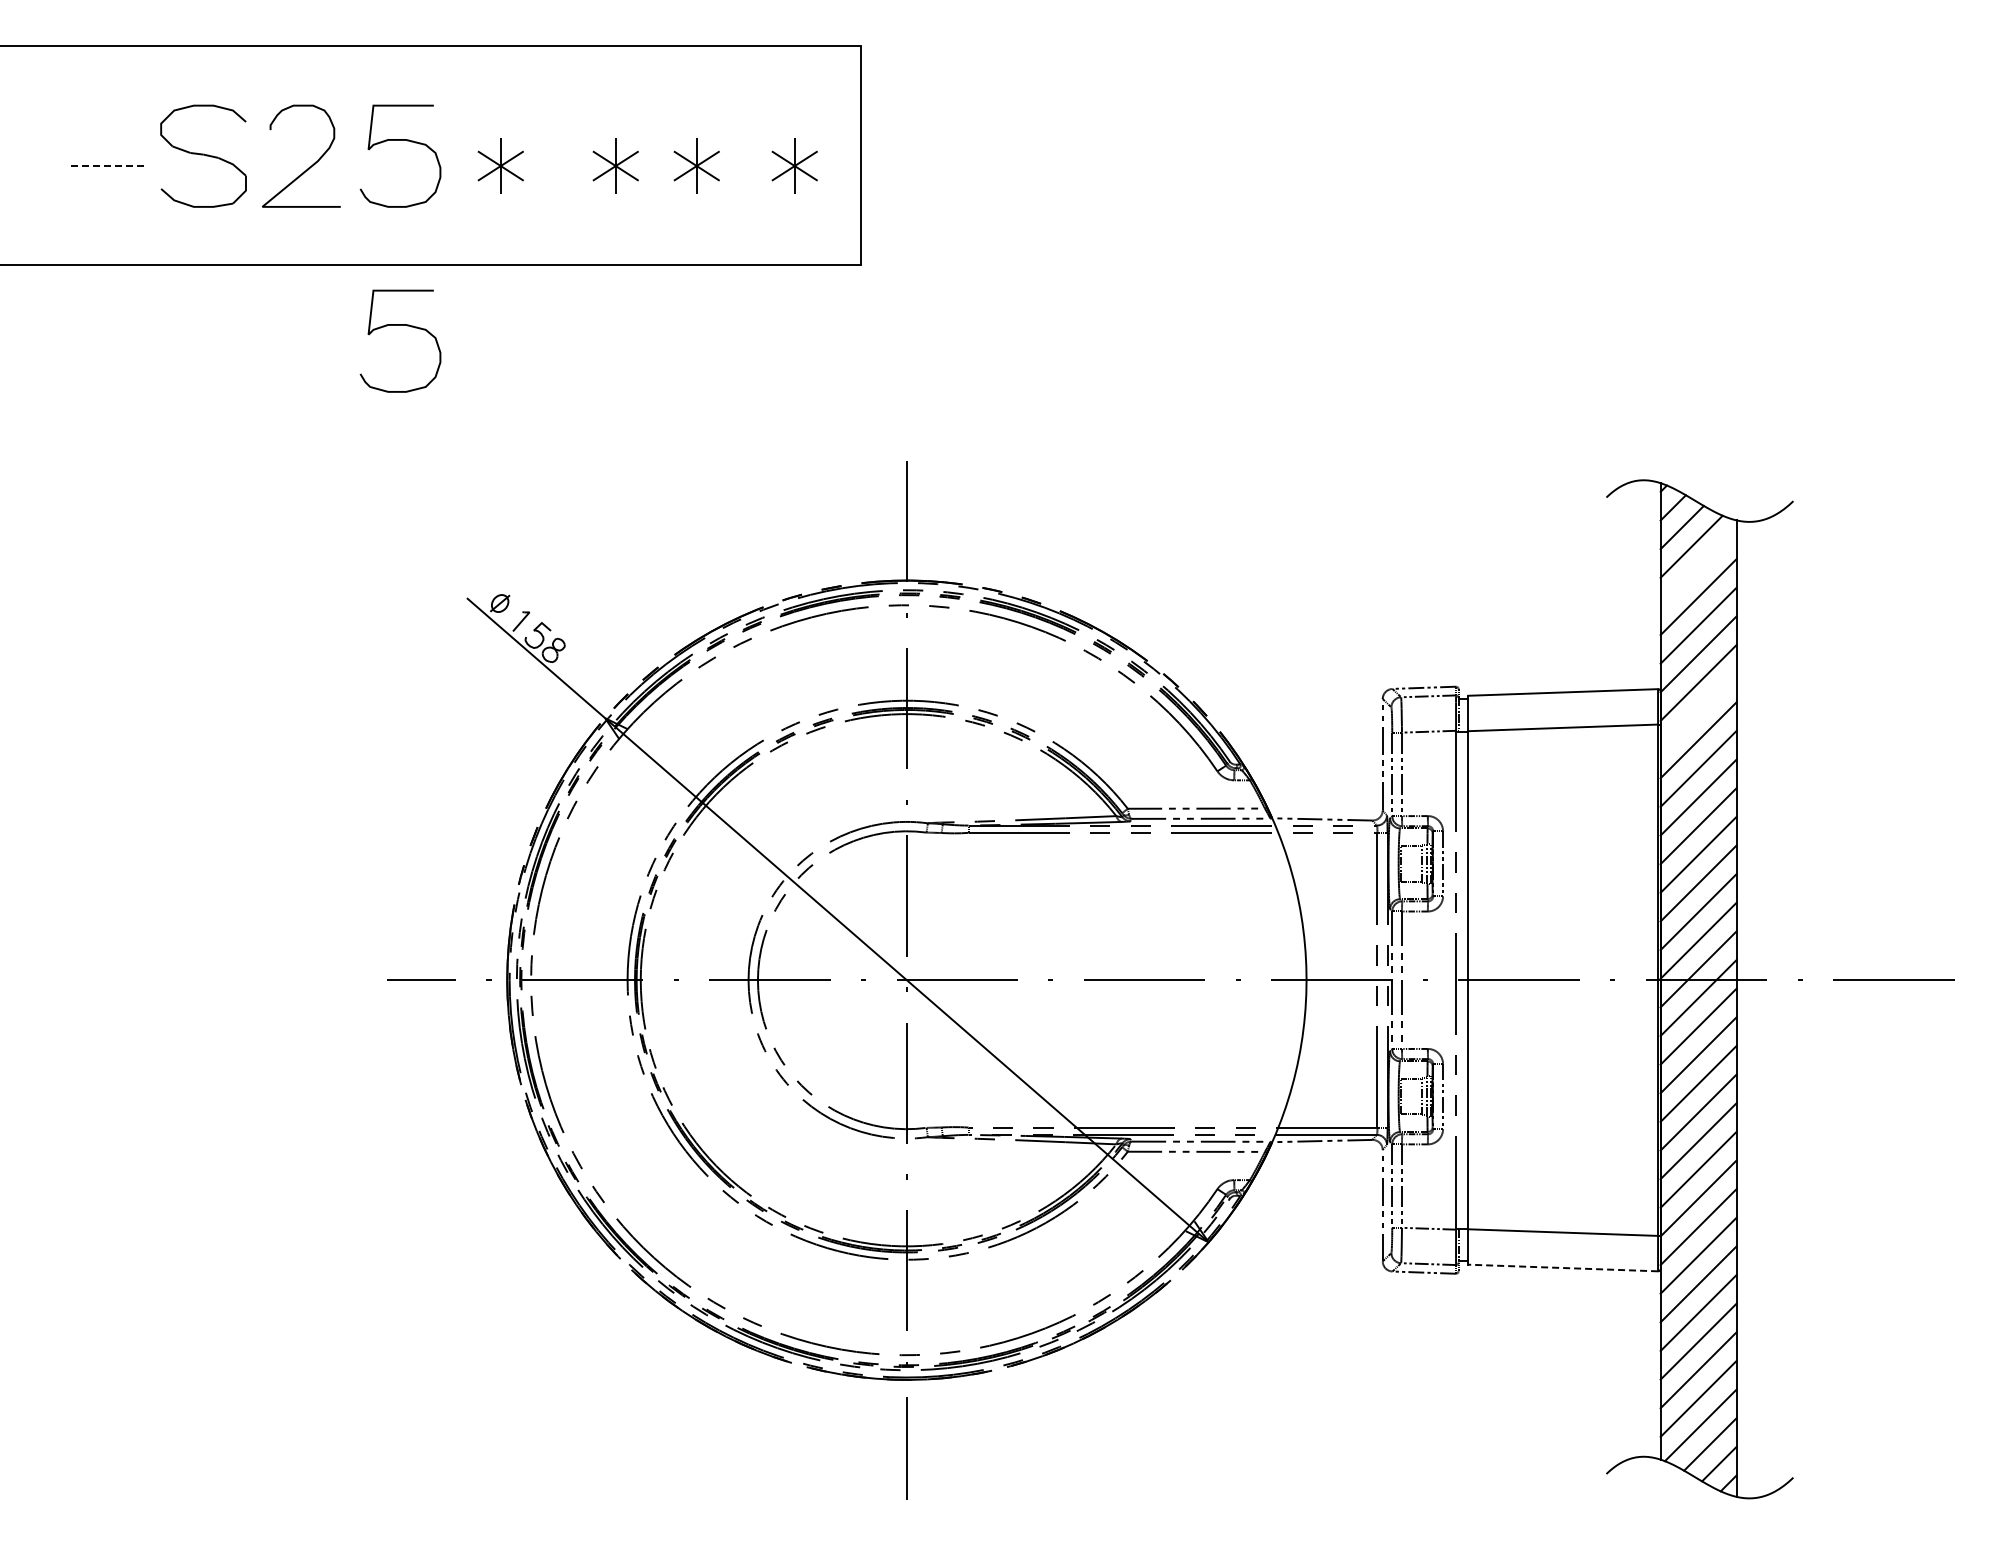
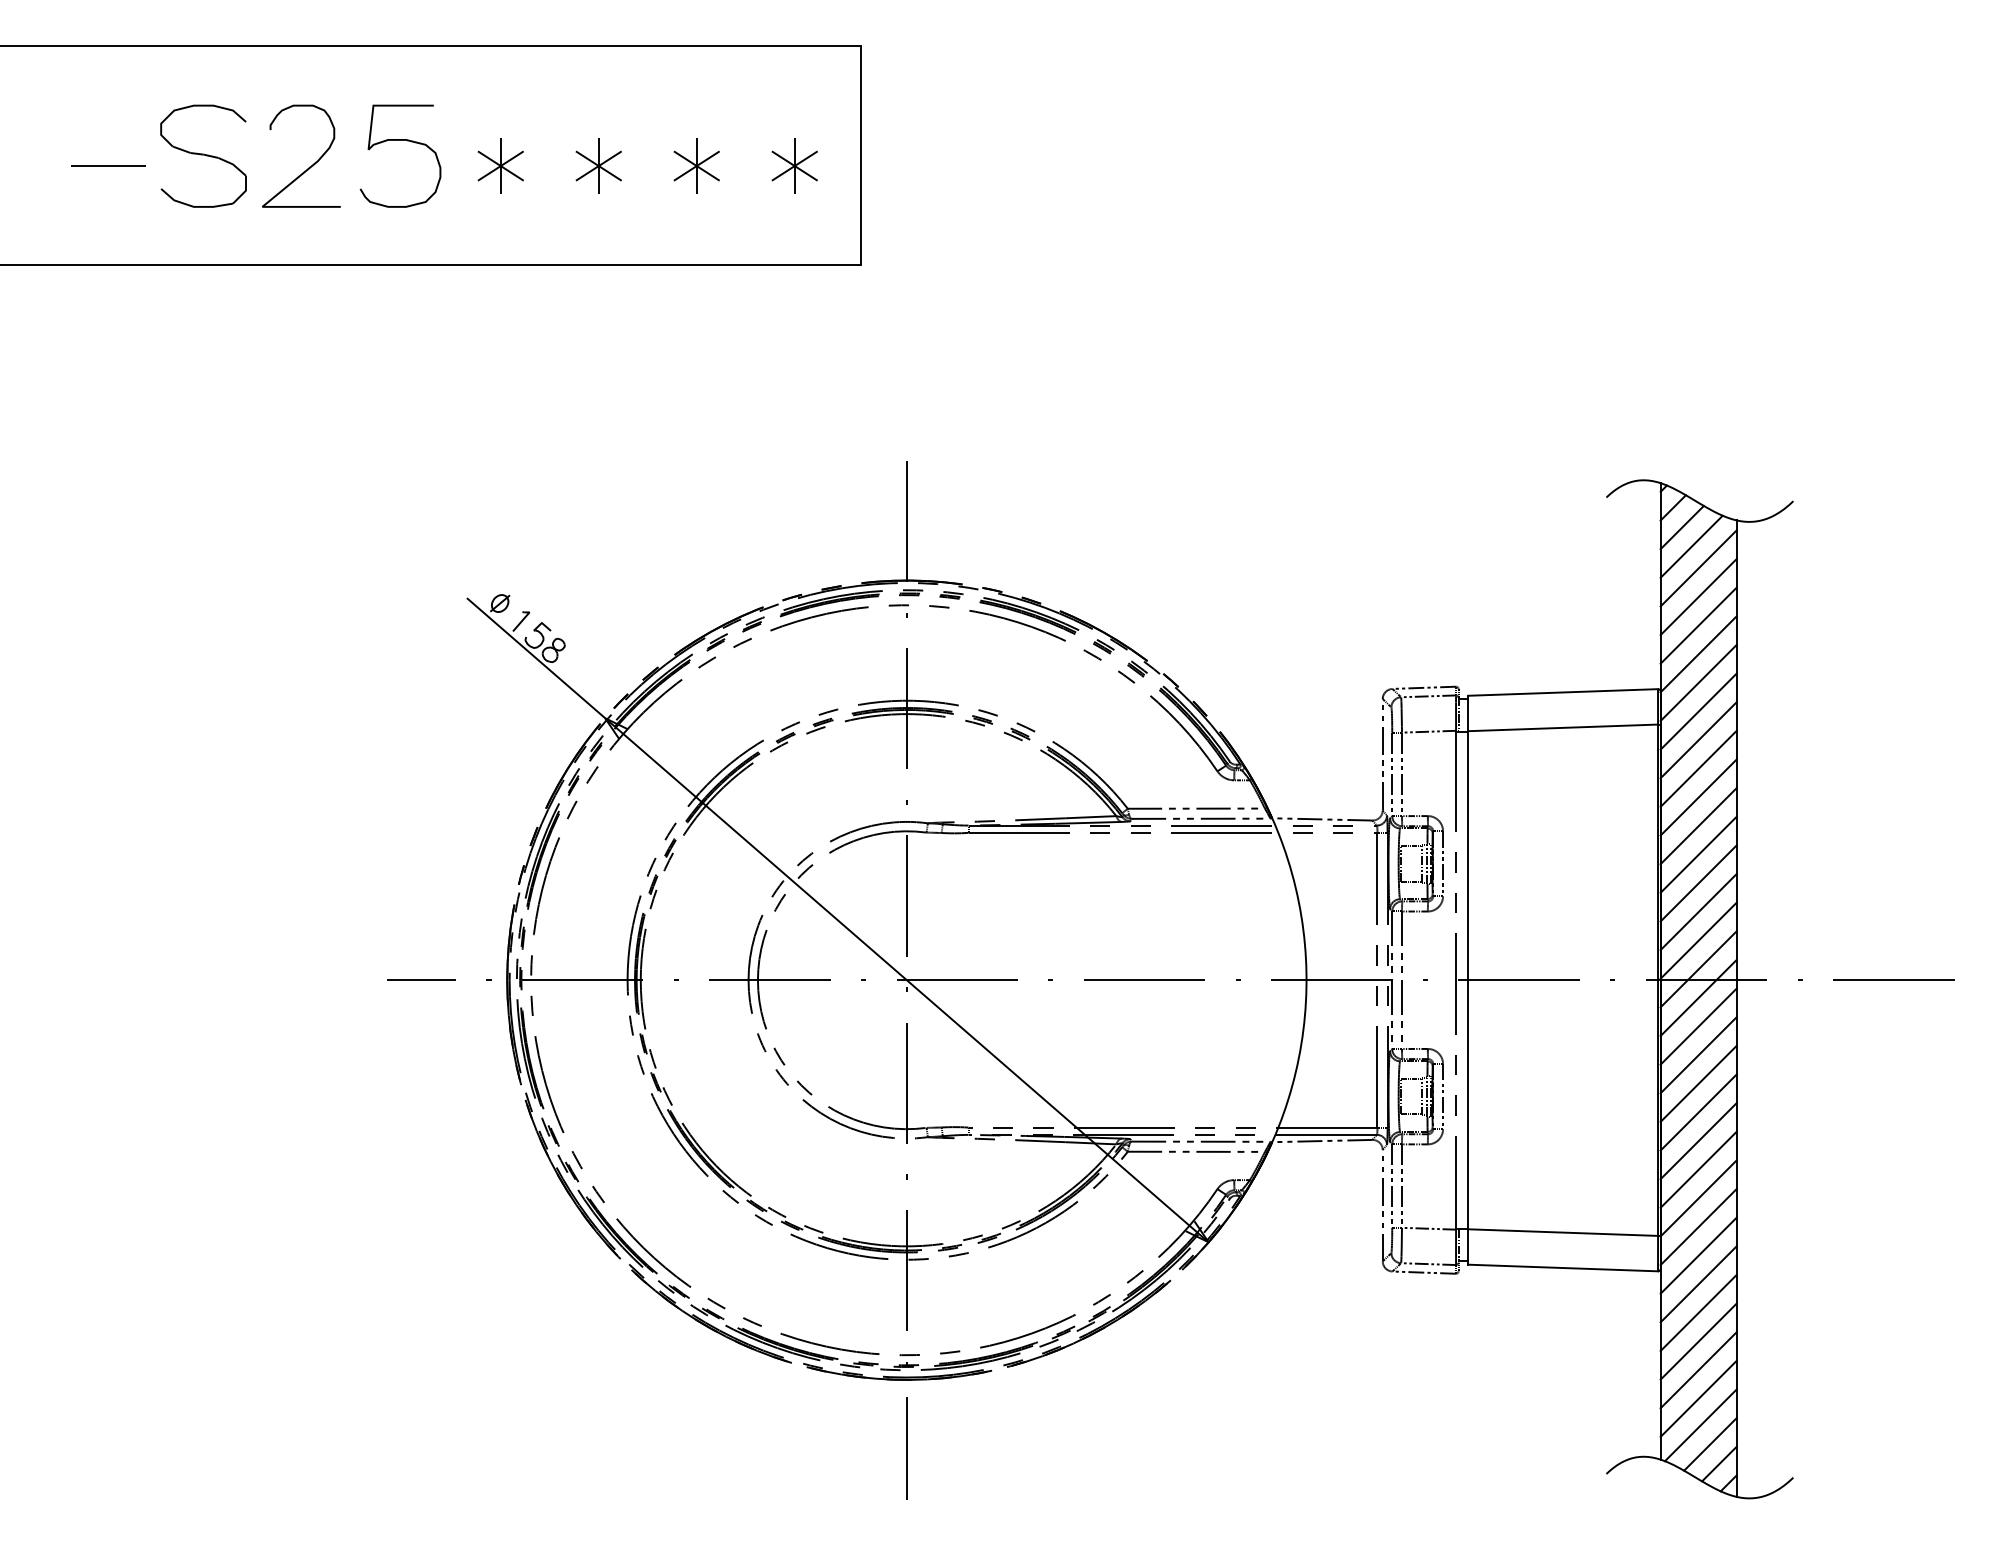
part at (615, 165) position: (615, 165) -> (598, 165)
line at (108, 166): dashed -> solid
curve at (400, 325): present -> none
line at (1698, 568): none -> present
line at (1698, 711): none -> present
line at (1563, 1268): dashed -> solid
